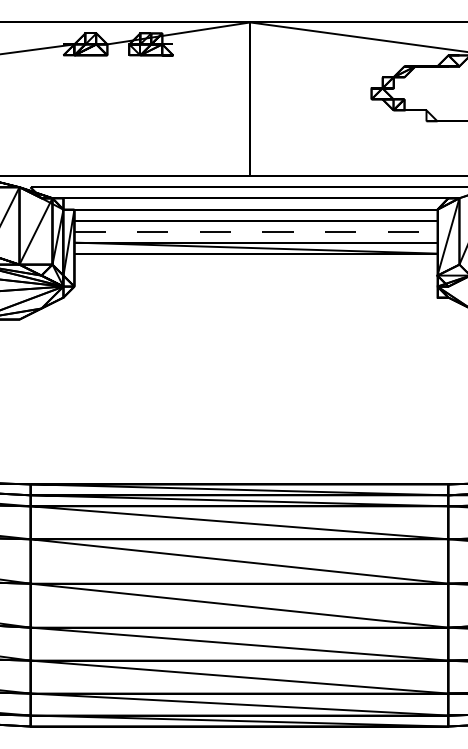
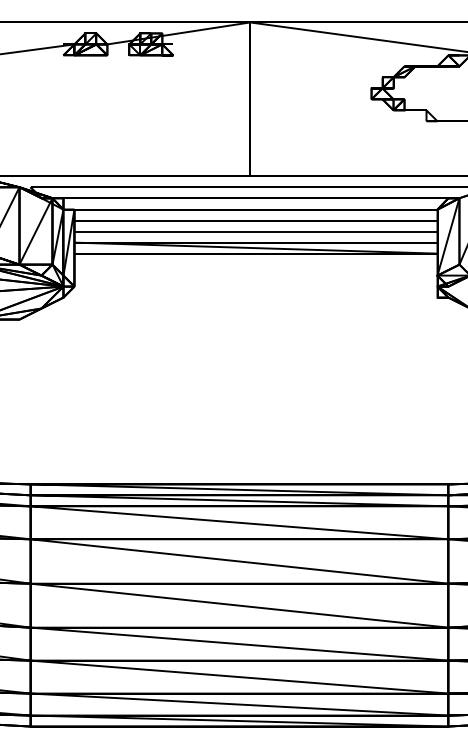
line at (255, 231): dashed -> solid
